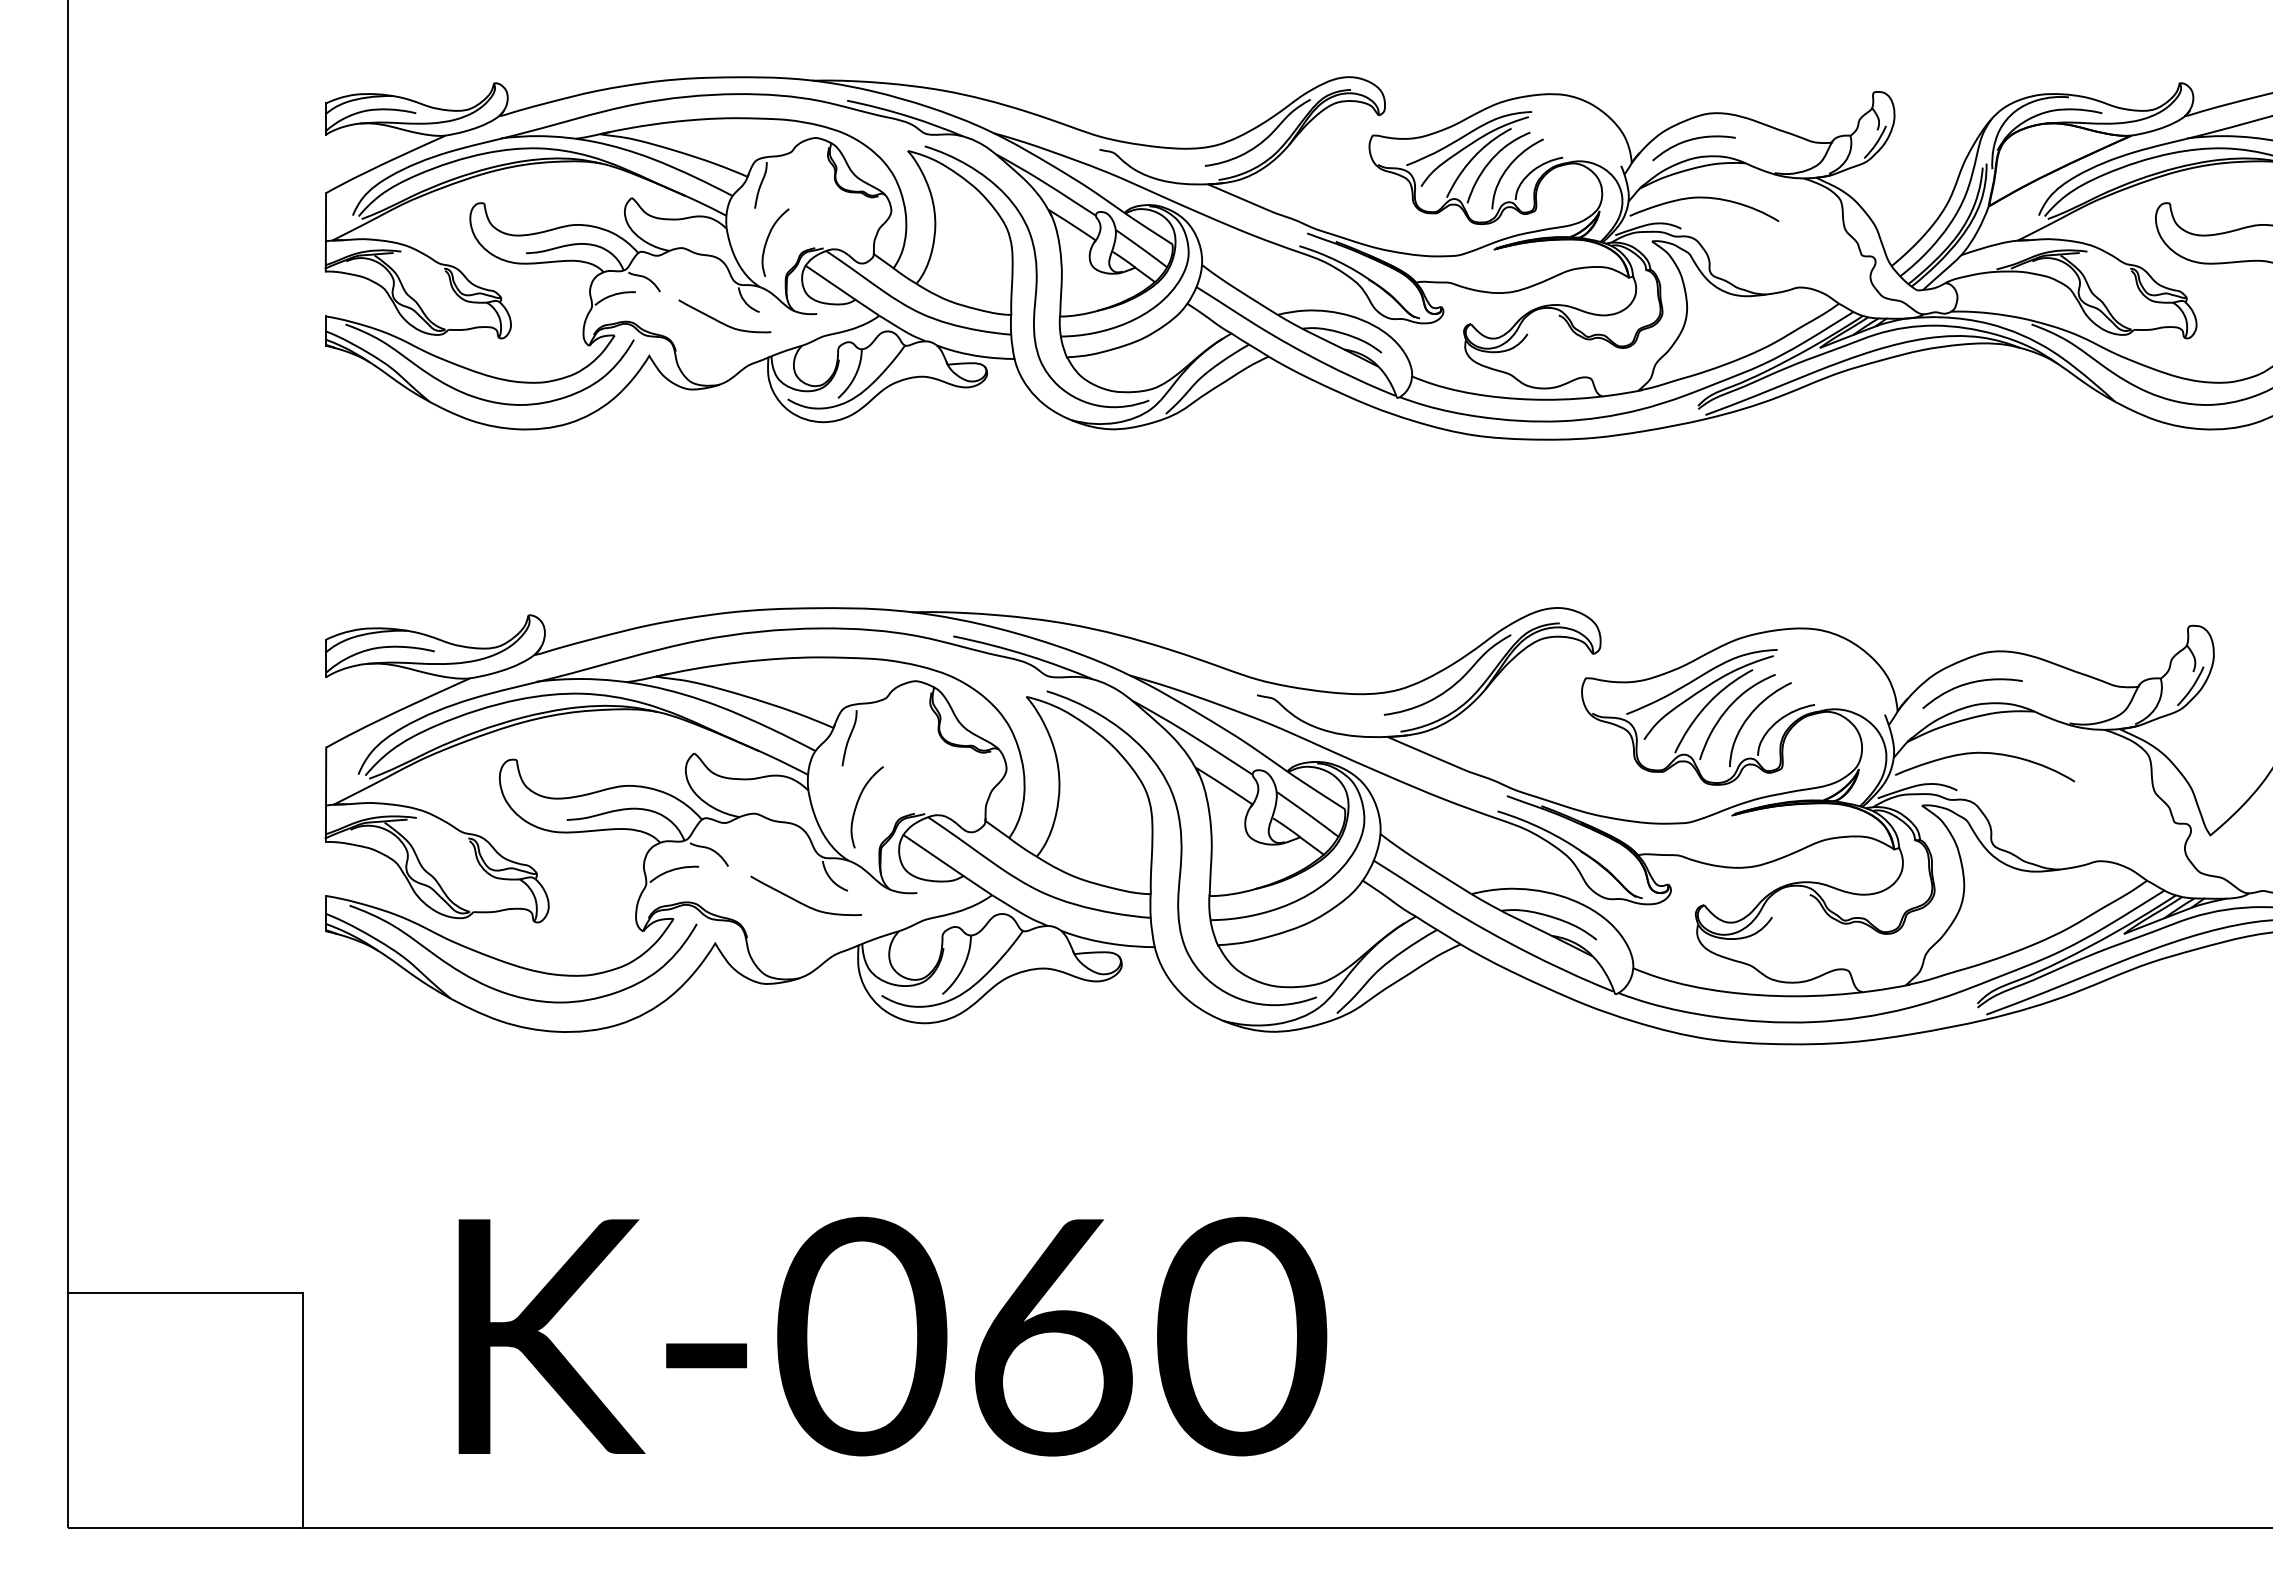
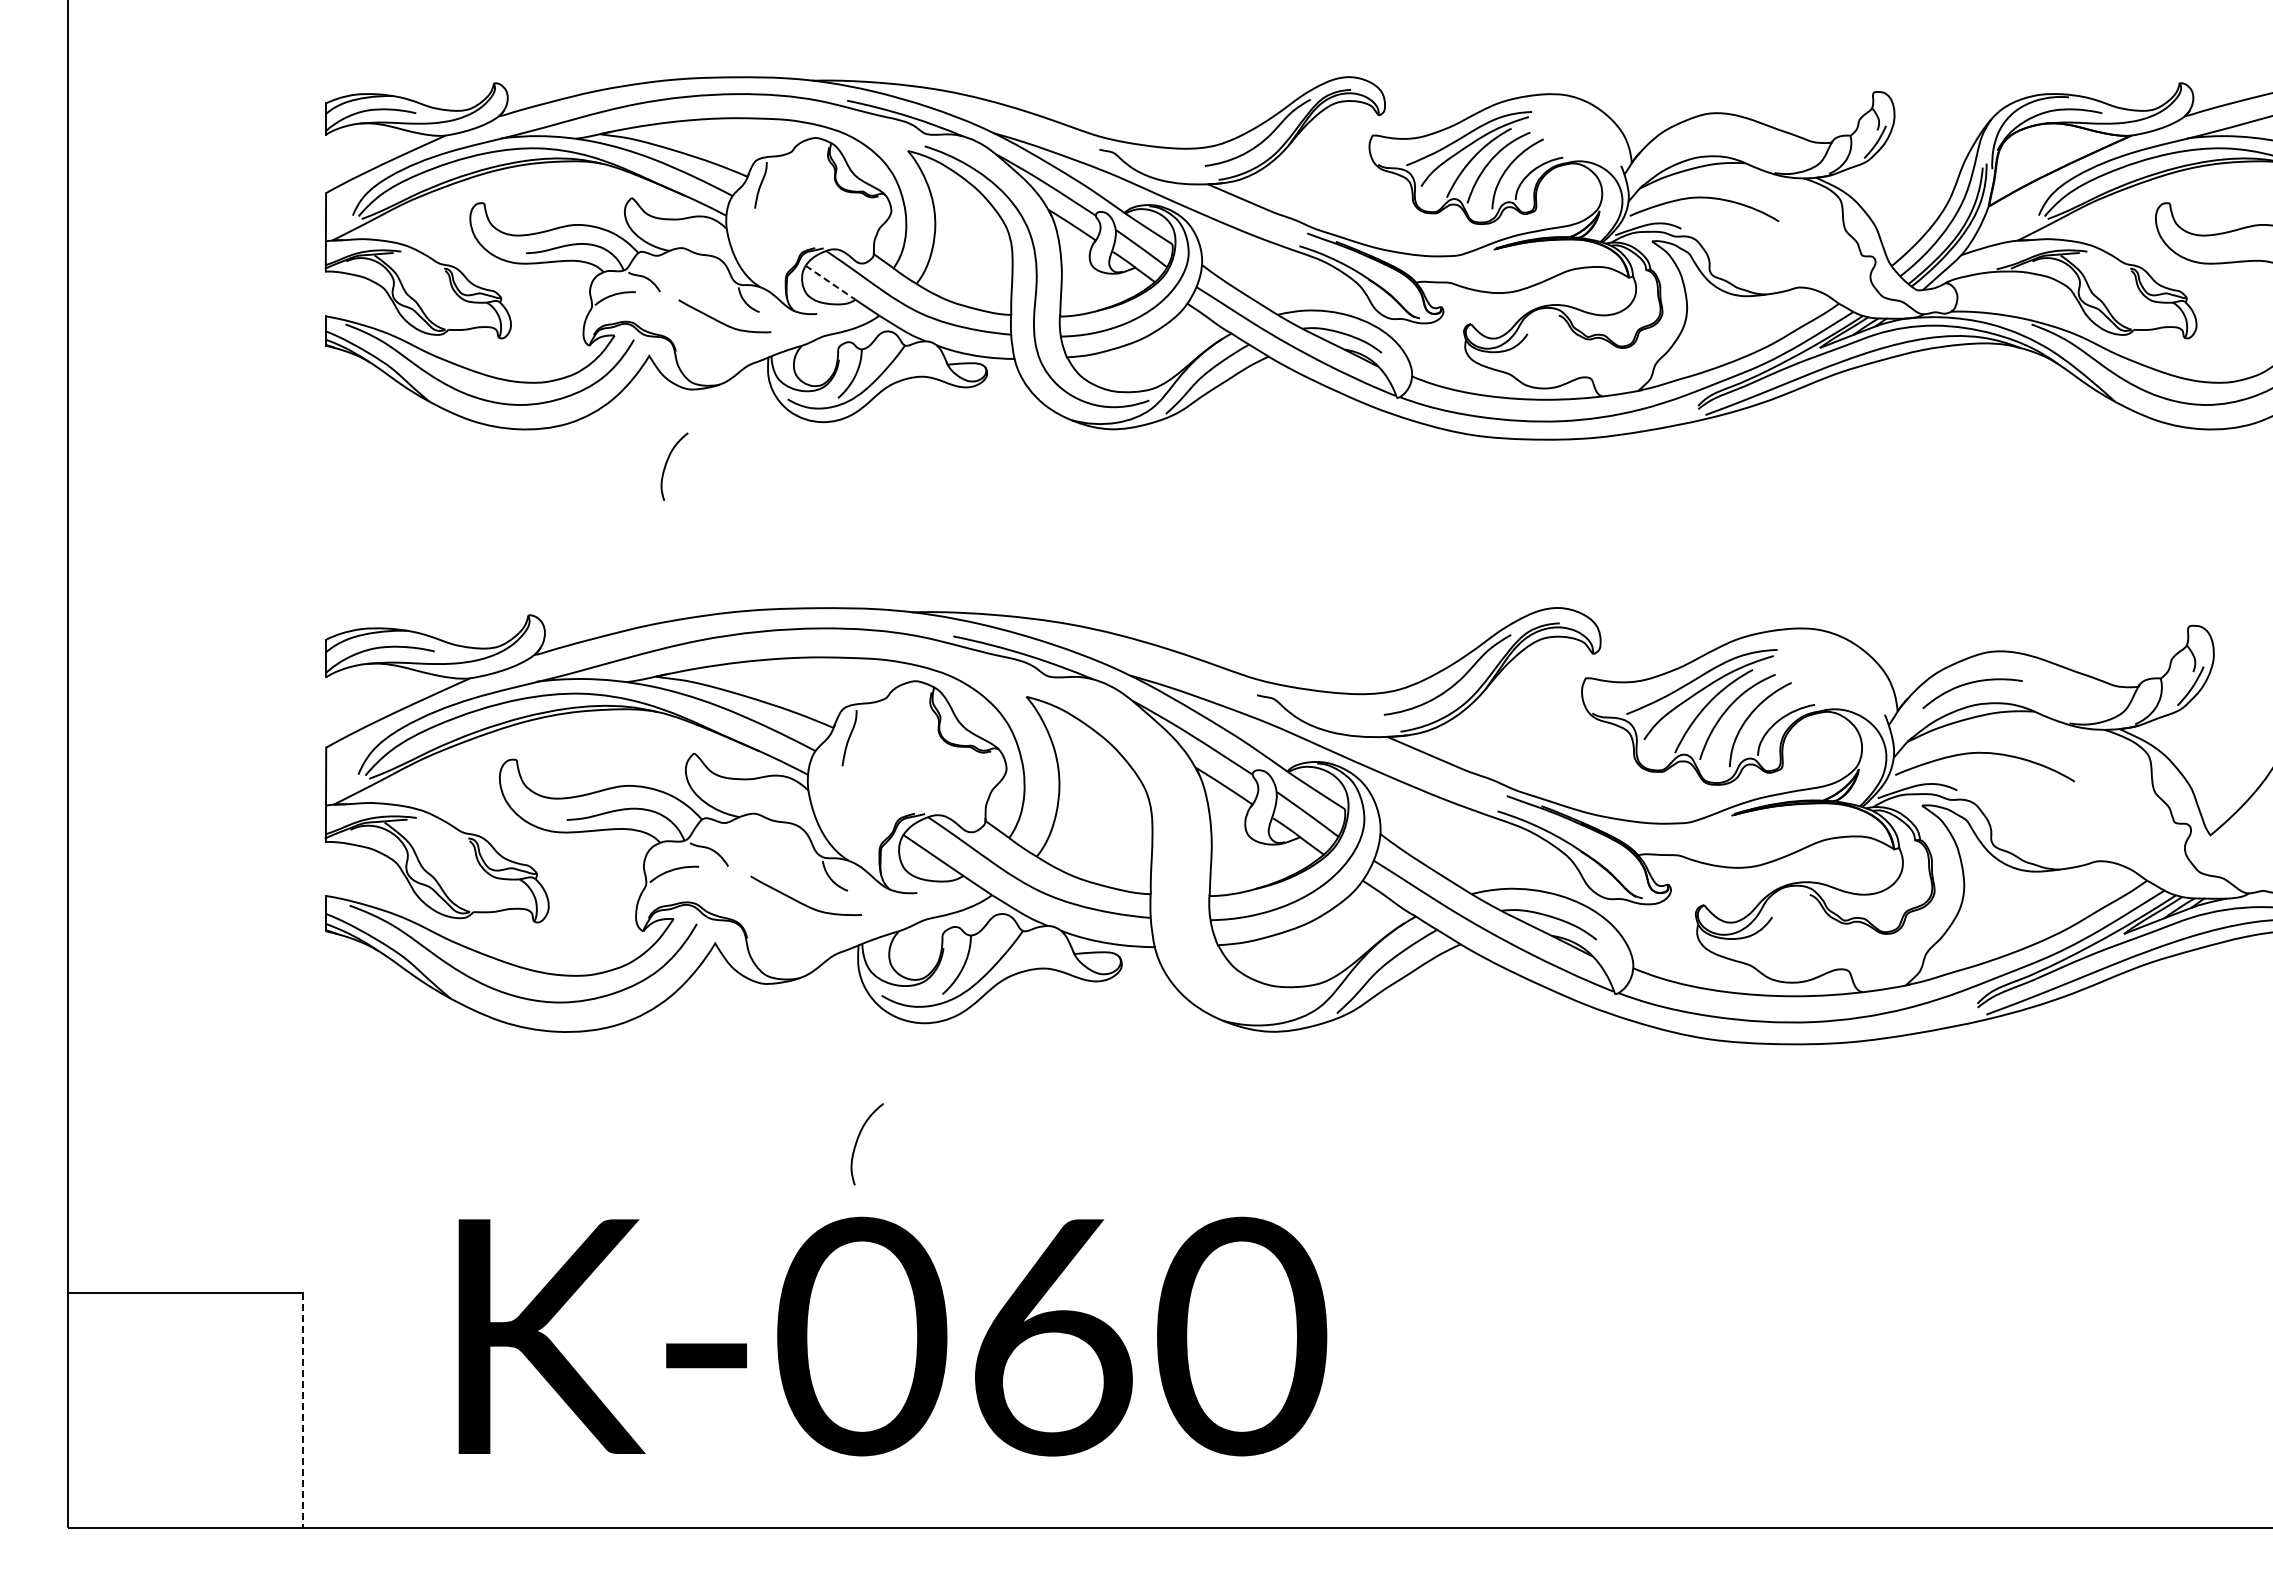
curve at (1692, 140): present -> none
curve at (768, 239) position: (768, 239) -> (667, 463)
line at (831, 283): solid -> dashed
curve at (857, 805) position: (857, 805) -> (857, 1142)
curve at (1181, 848): present -> none
line at (302, 1410): solid -> dashed
